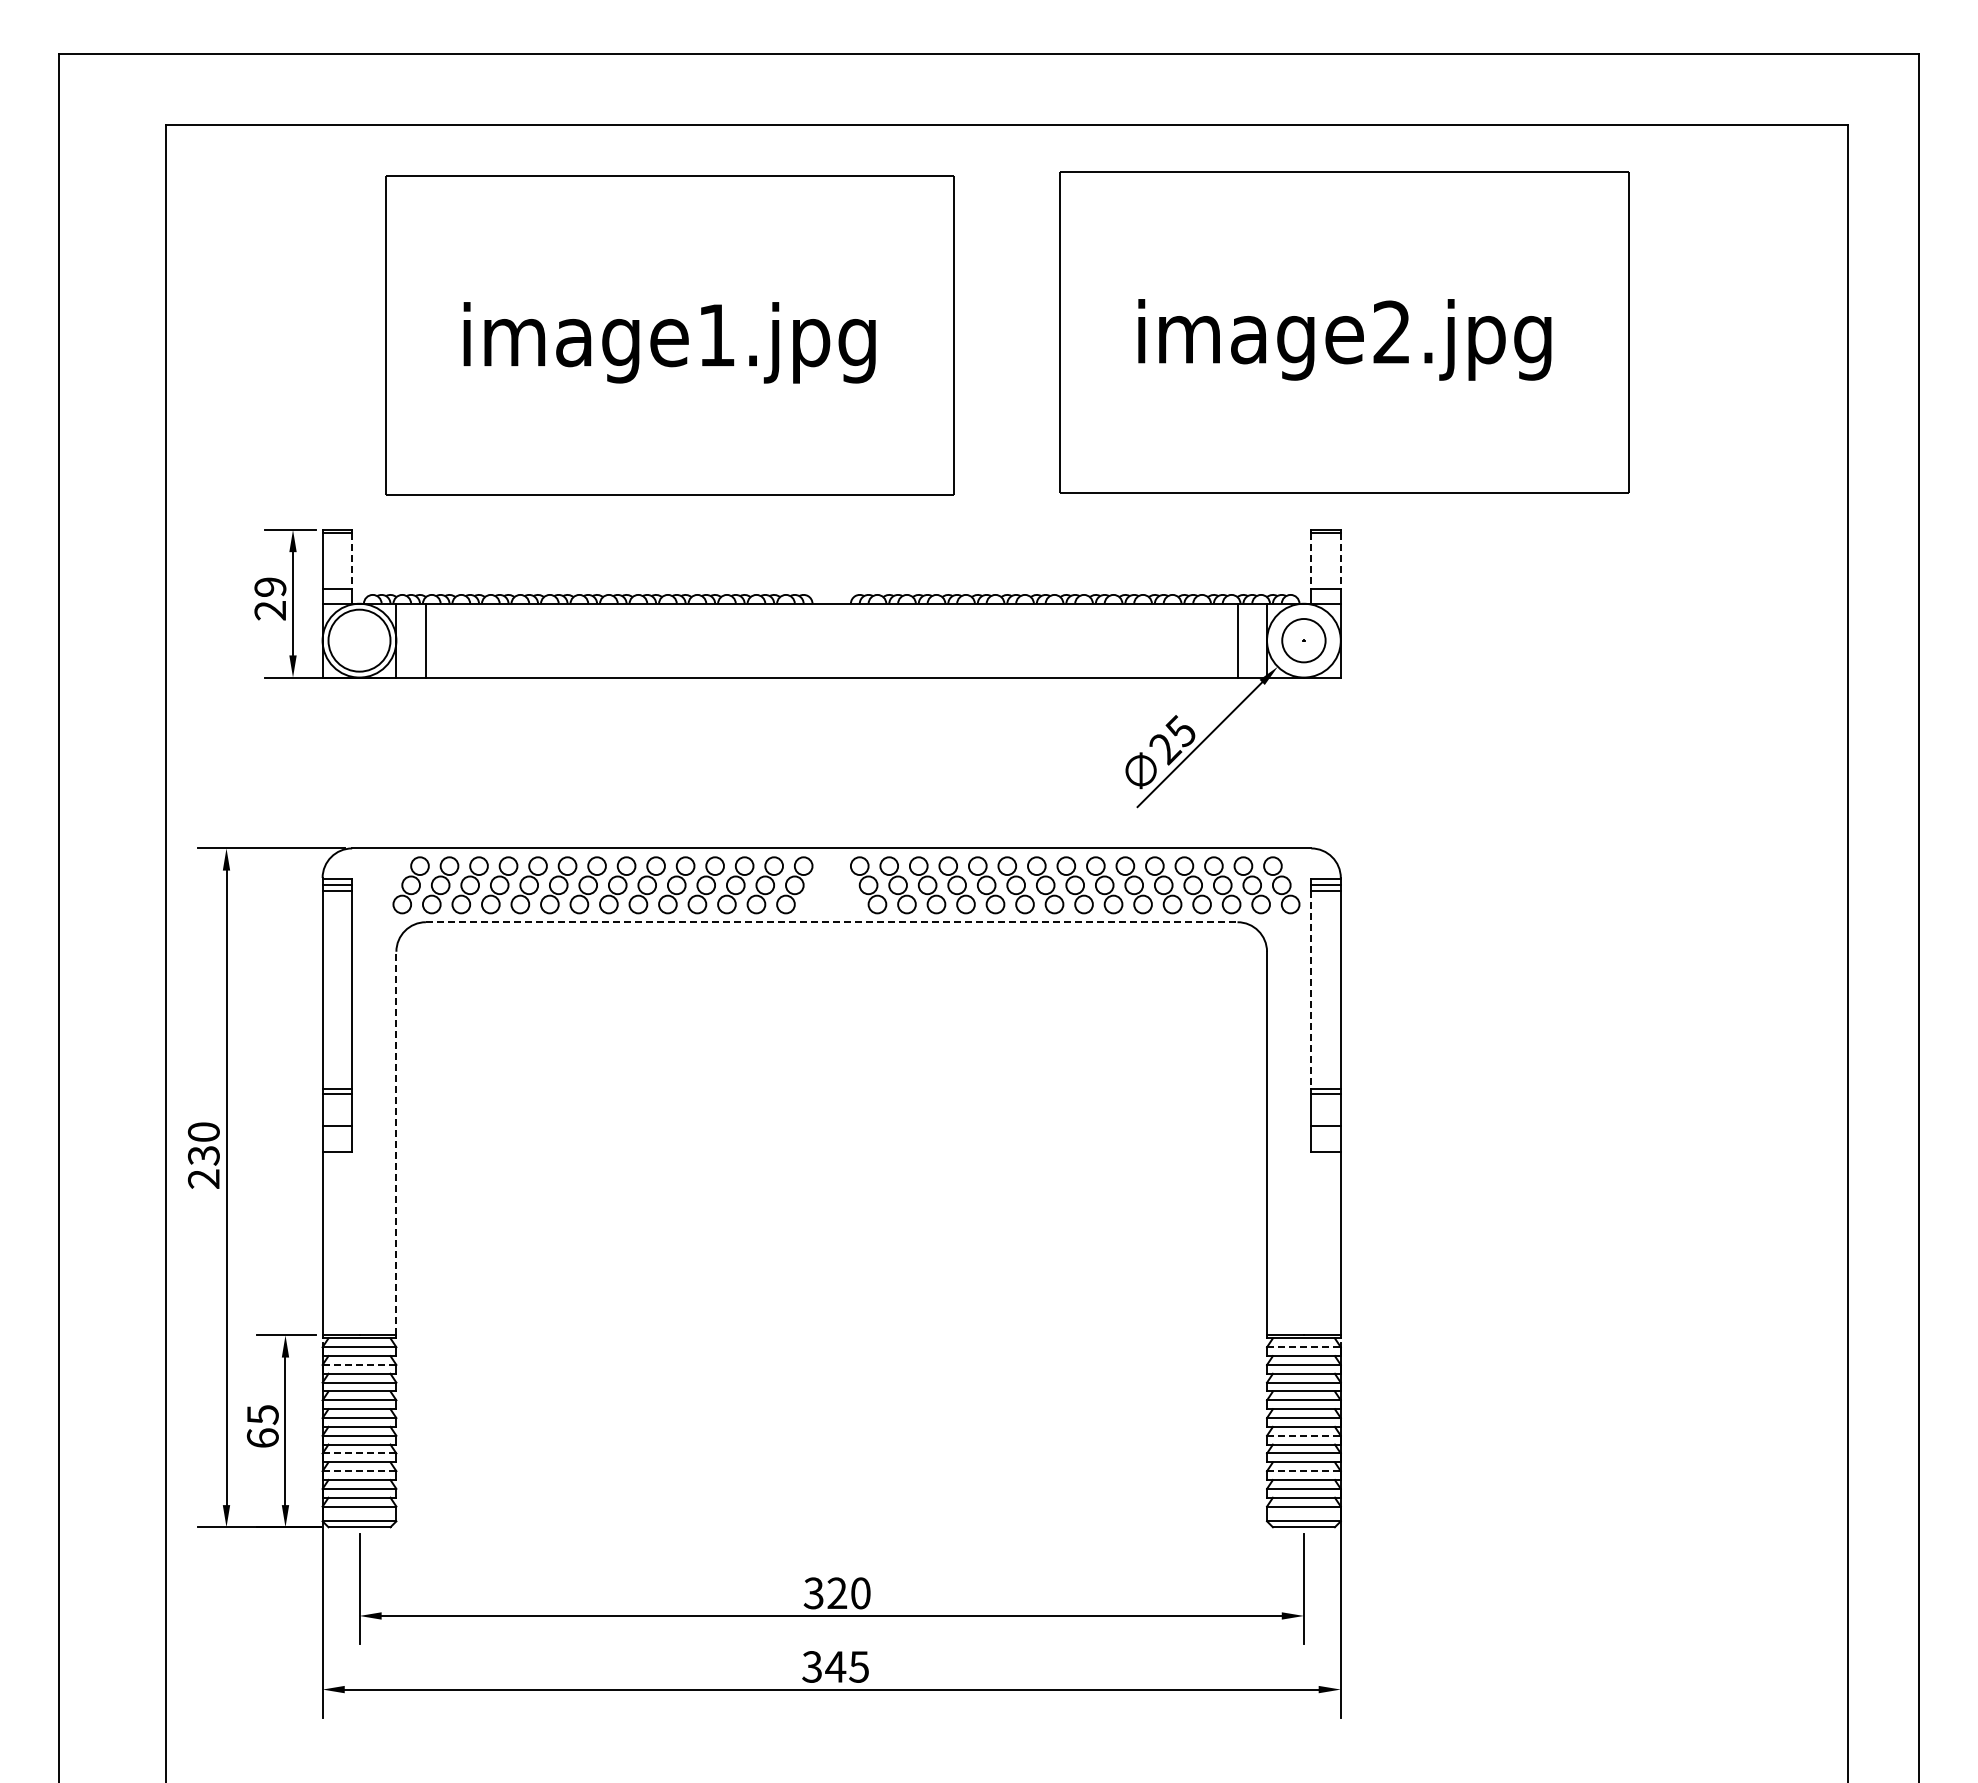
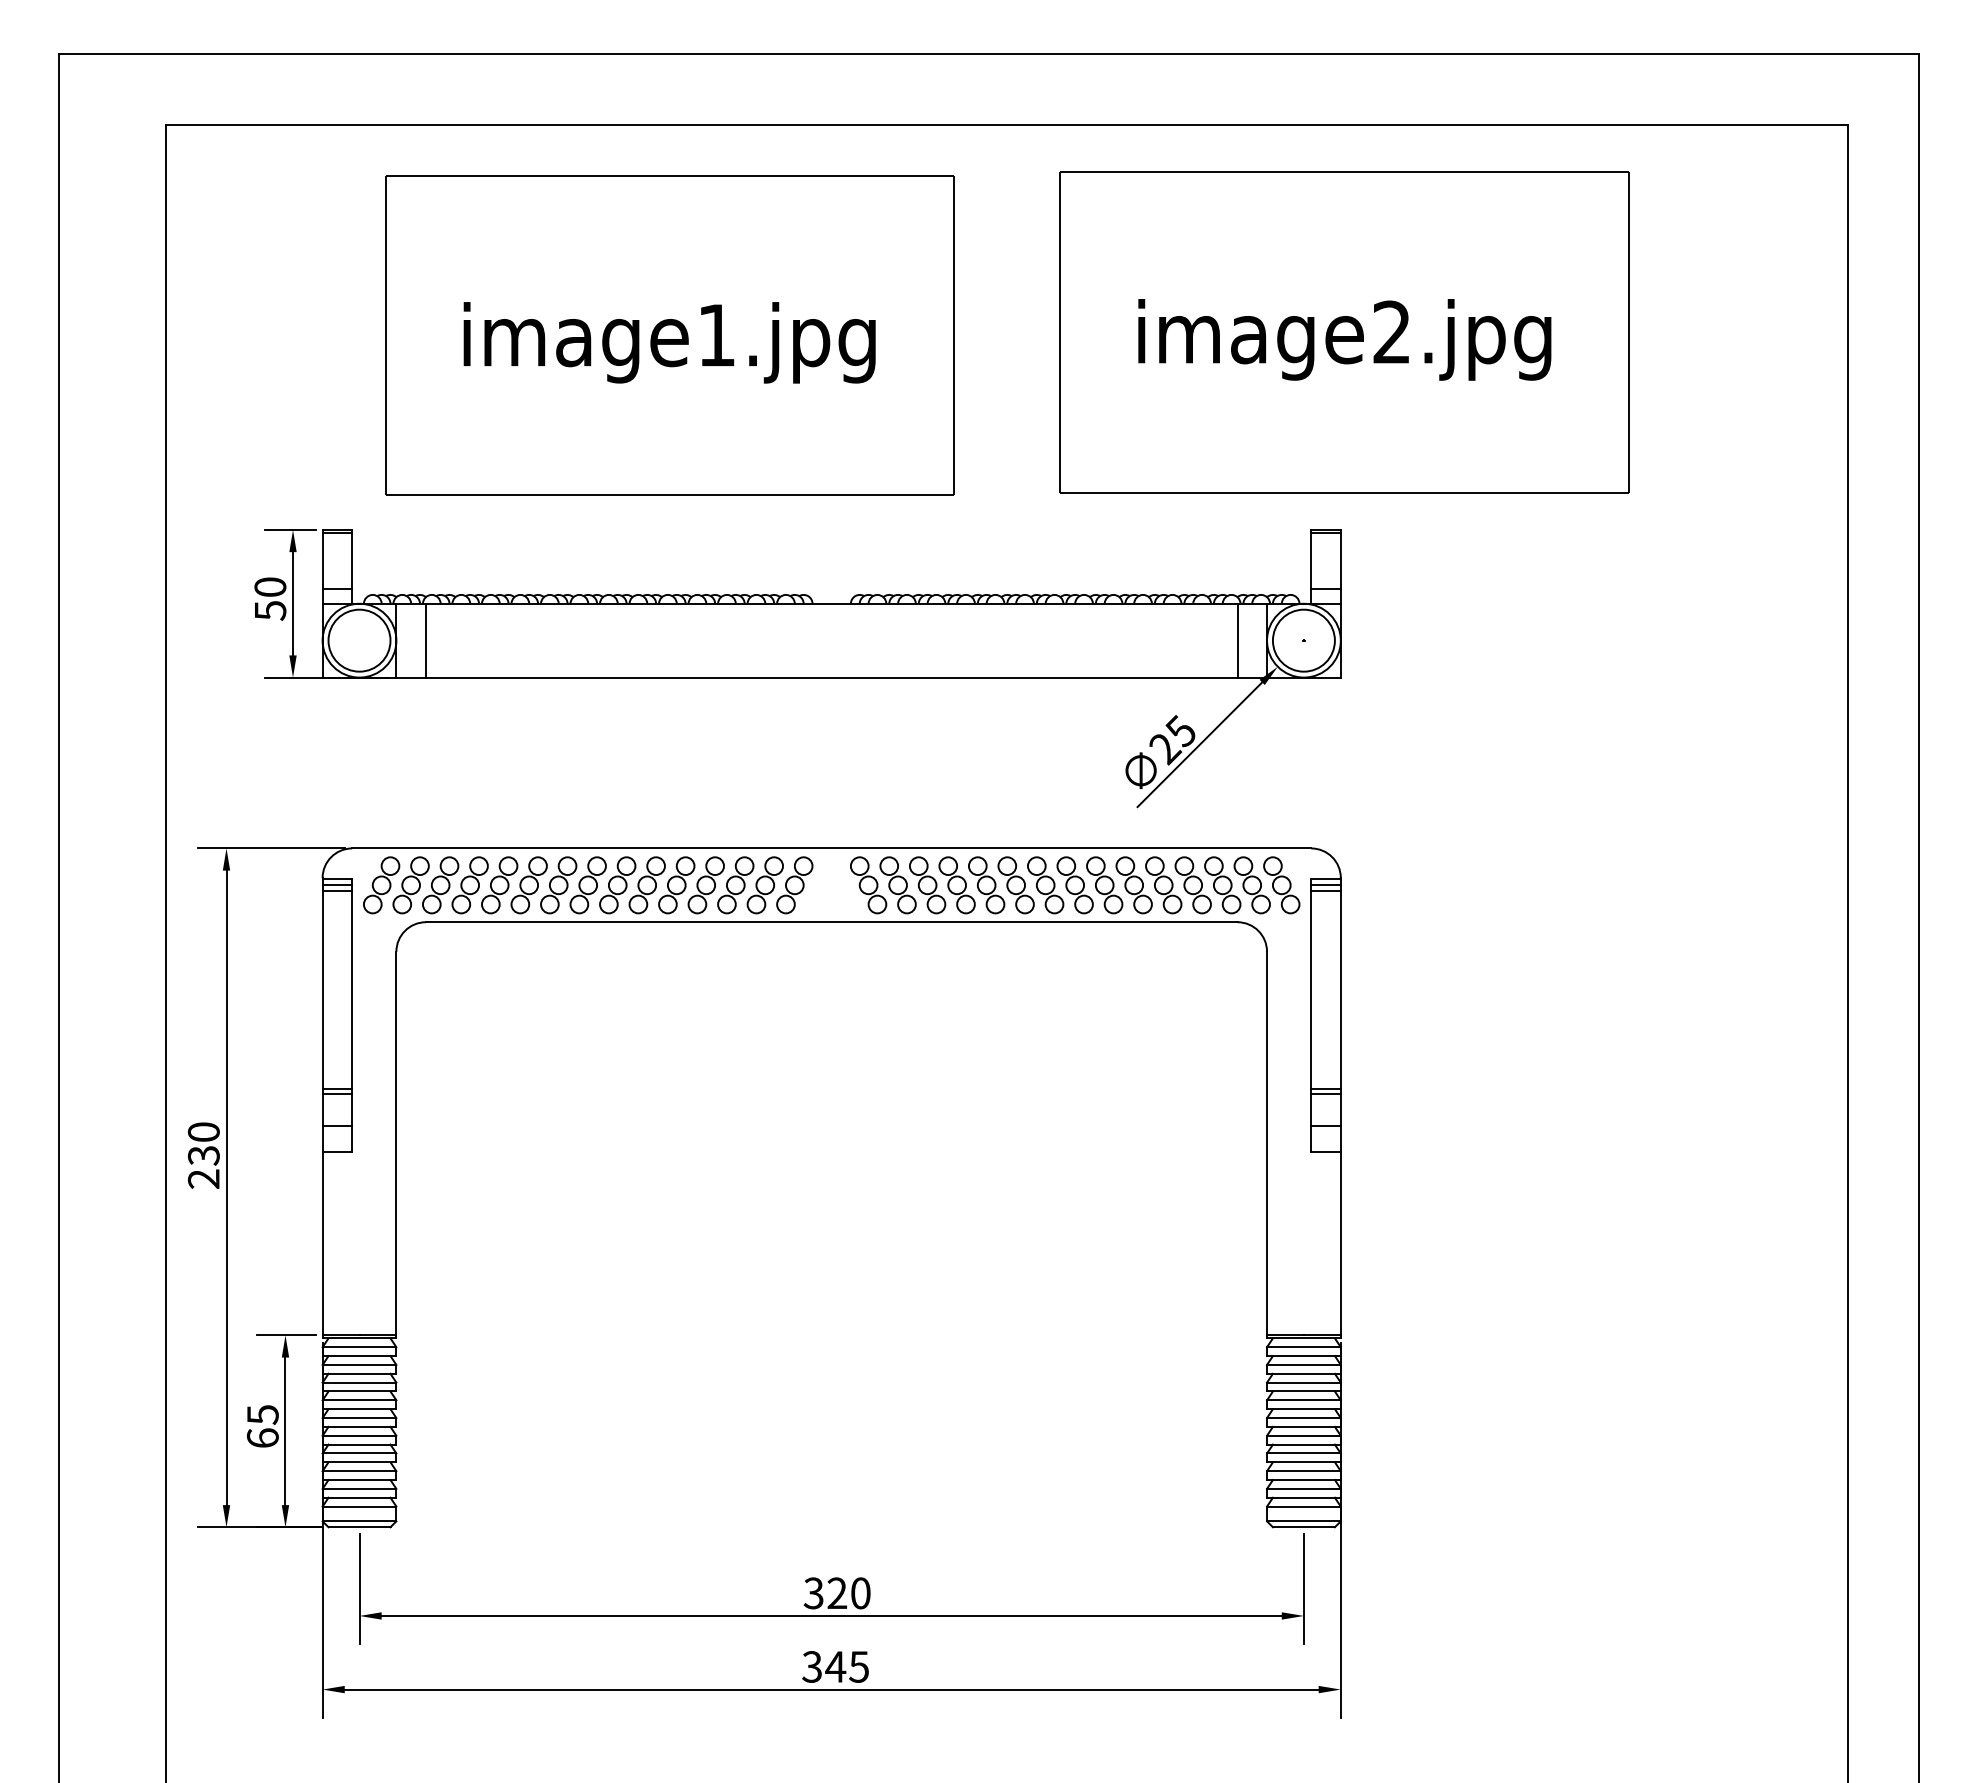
line at (352, 561): dashed -> solid
line at (1311, 561): dashed -> solid
line at (1340, 561): dashed -> solid
text at (270, 598): 29 -> 50
circle at (1303, 640) diameter: 43 px -> 62 px
part at (381, 885): none -> present
line at (831, 922): dashed -> solid
line at (1311, 989): dashed -> solid
line at (396, 1143): dashed -> solid
line at (1303, 1347): dashed -> solid
line at (359, 1364): dashed -> solid
line at (1303, 1435): dashed -> solid
line at (359, 1453): dashed -> solid
line at (359, 1471): dashed -> solid
line at (1303, 1471): dashed -> solid
